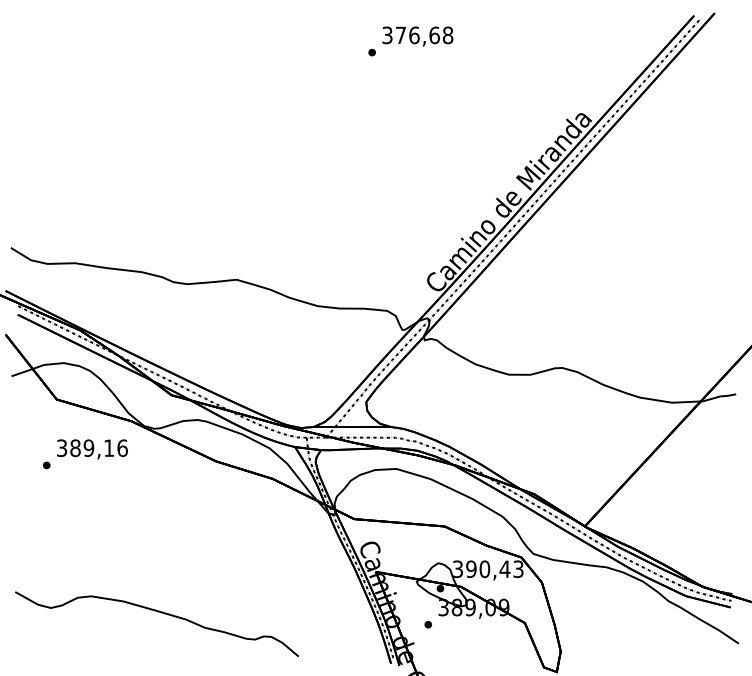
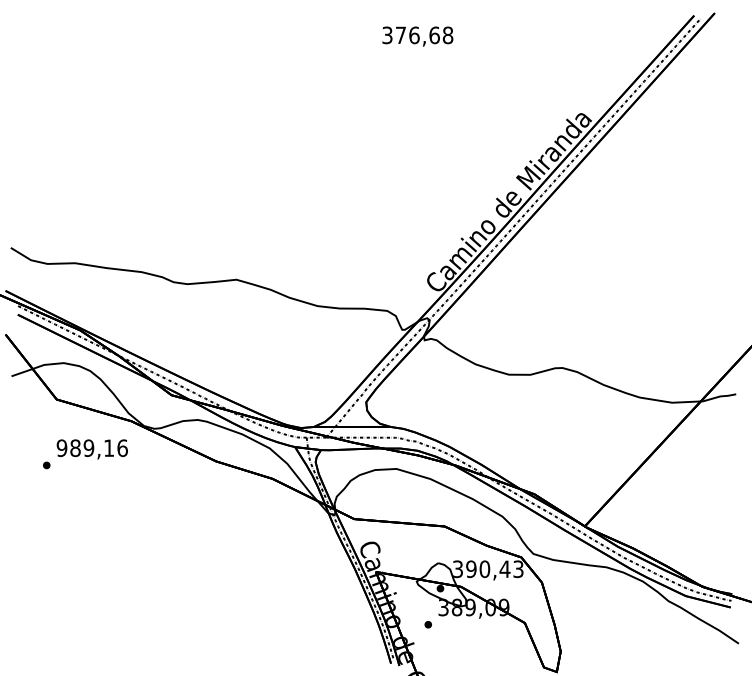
part at (371, 52): present -> none
text at (61, 447): 389,16 -> 989,16
curve at (157, 612): present -> none
